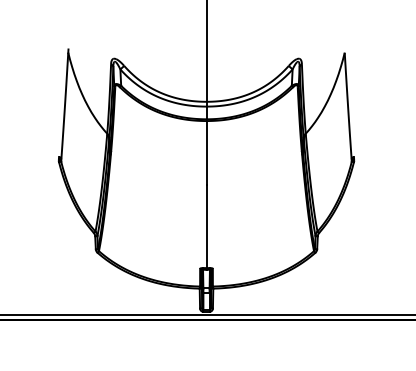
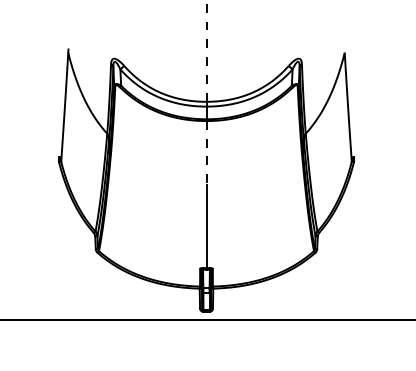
line at (206, 51): solid -> dashed
line at (206, 153): solid -> dashed
line at (207, 315): present -> none
